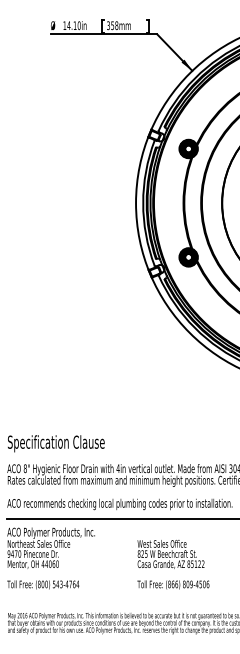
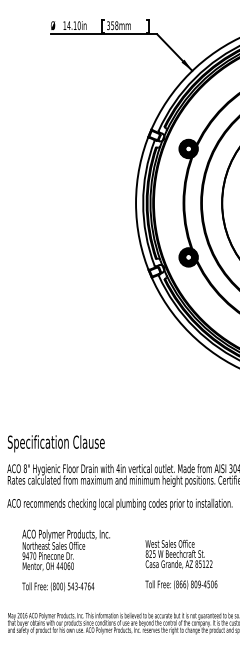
line at (121, 519): present -> none
text at (50, 558) position: (50, 558) -> (65, 560)
text at (173, 564) position: (173, 564) -> (181, 564)
